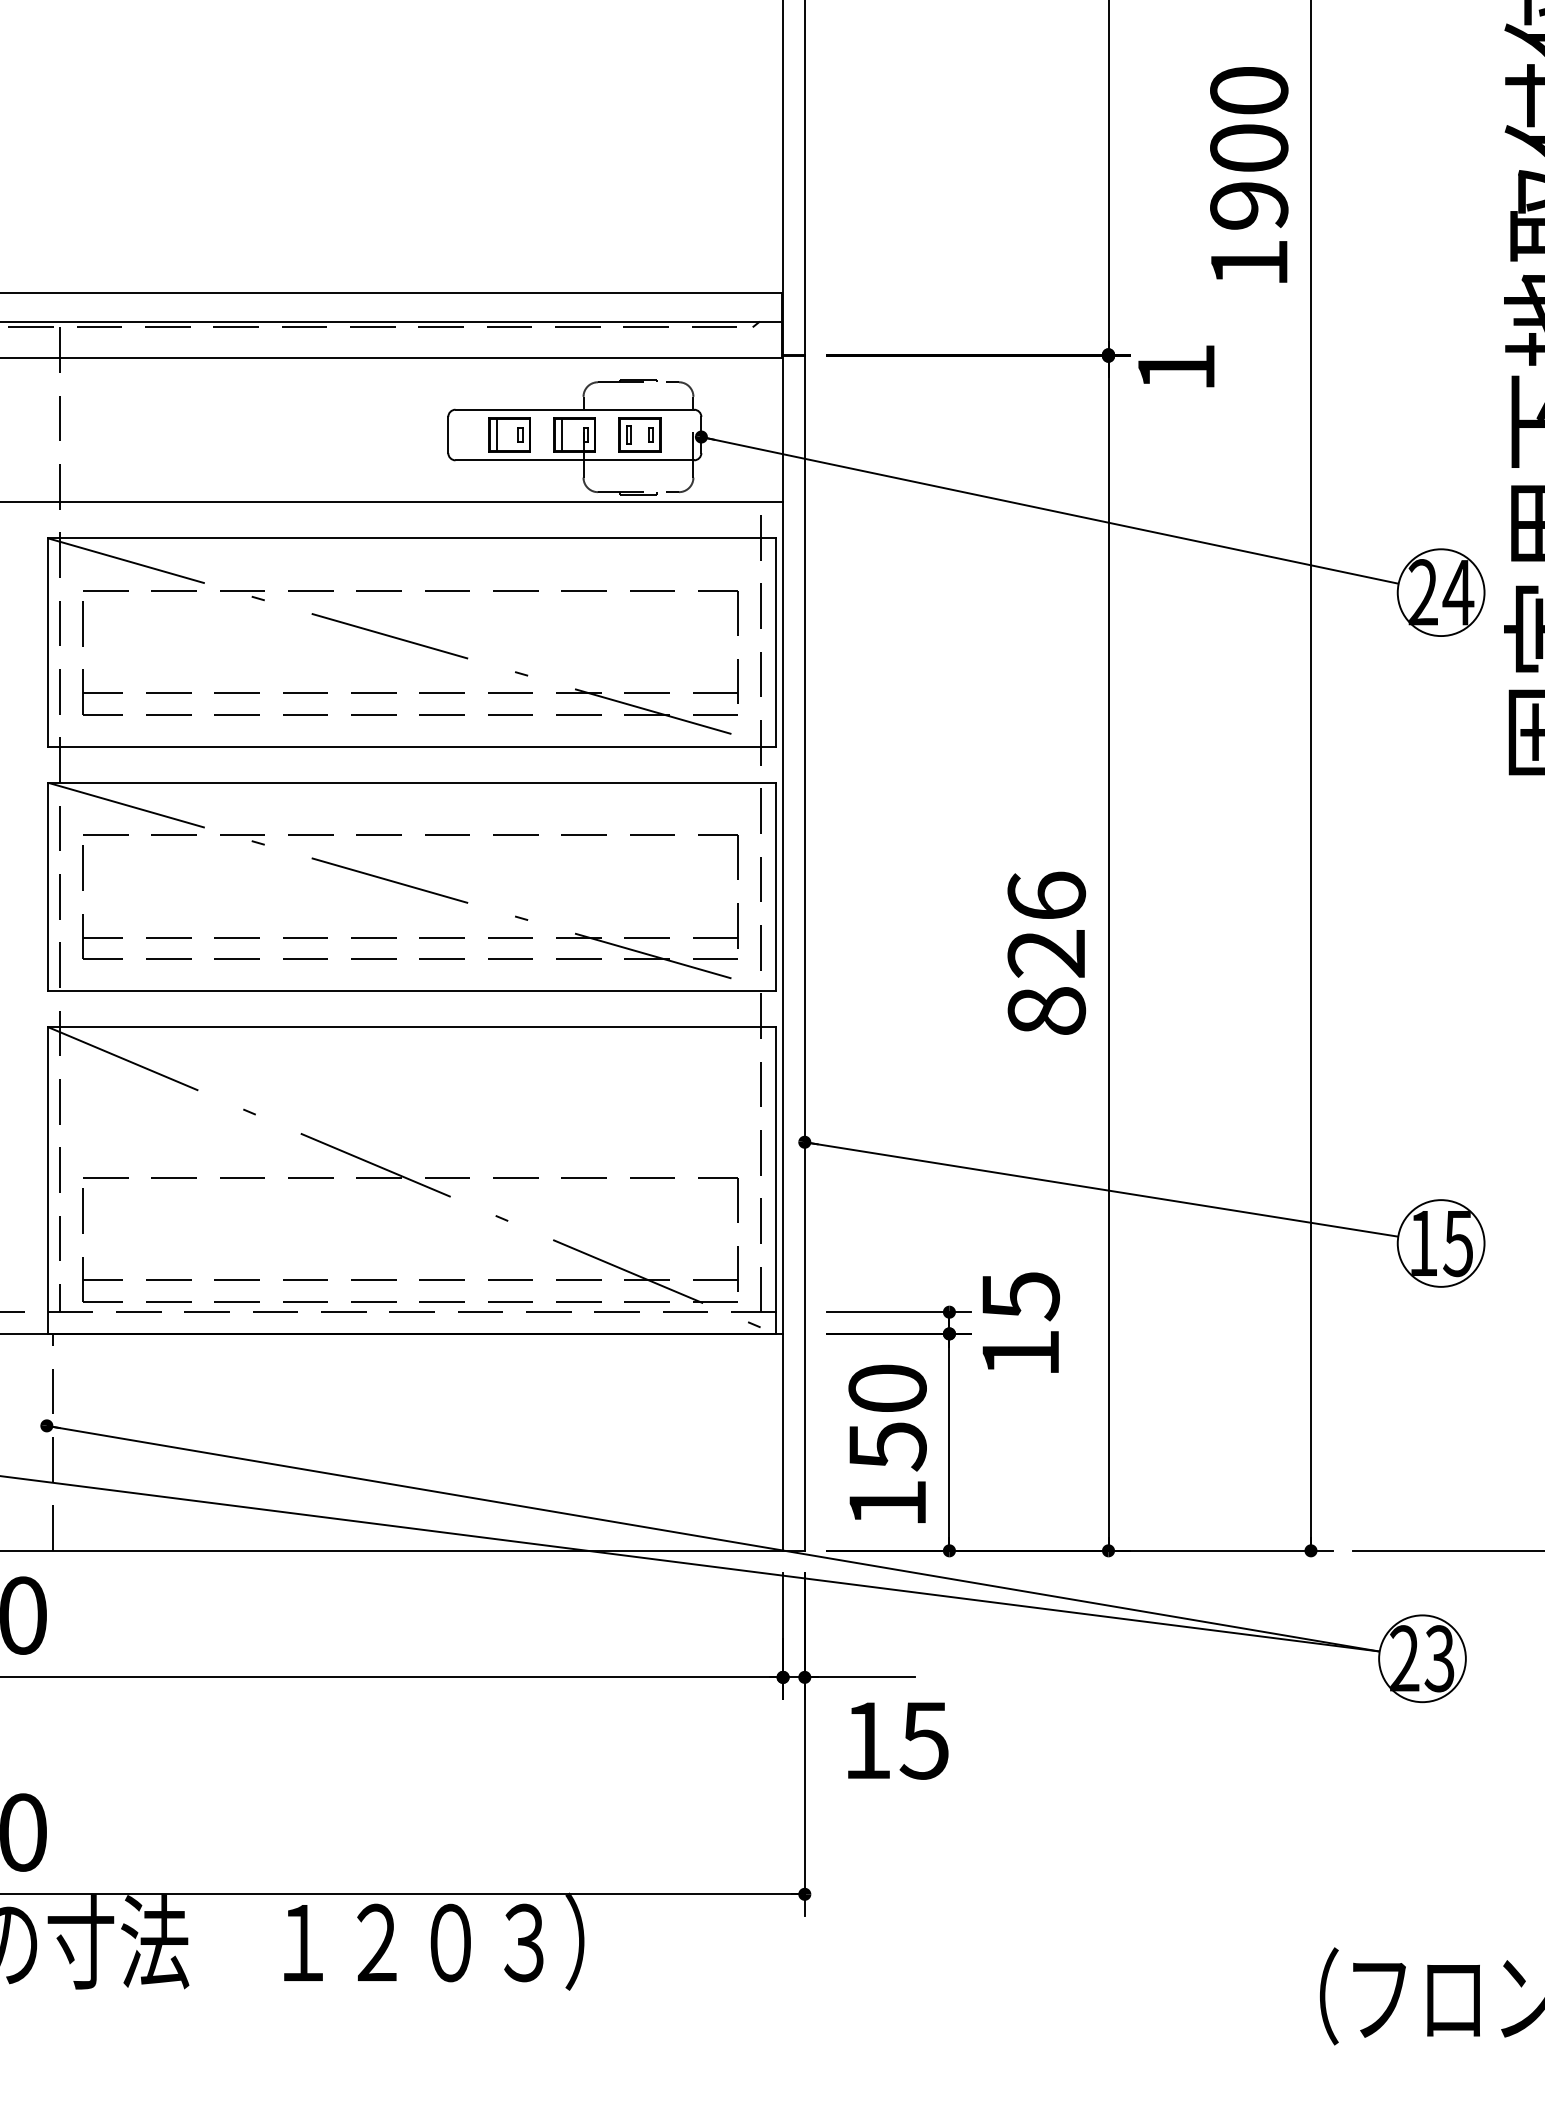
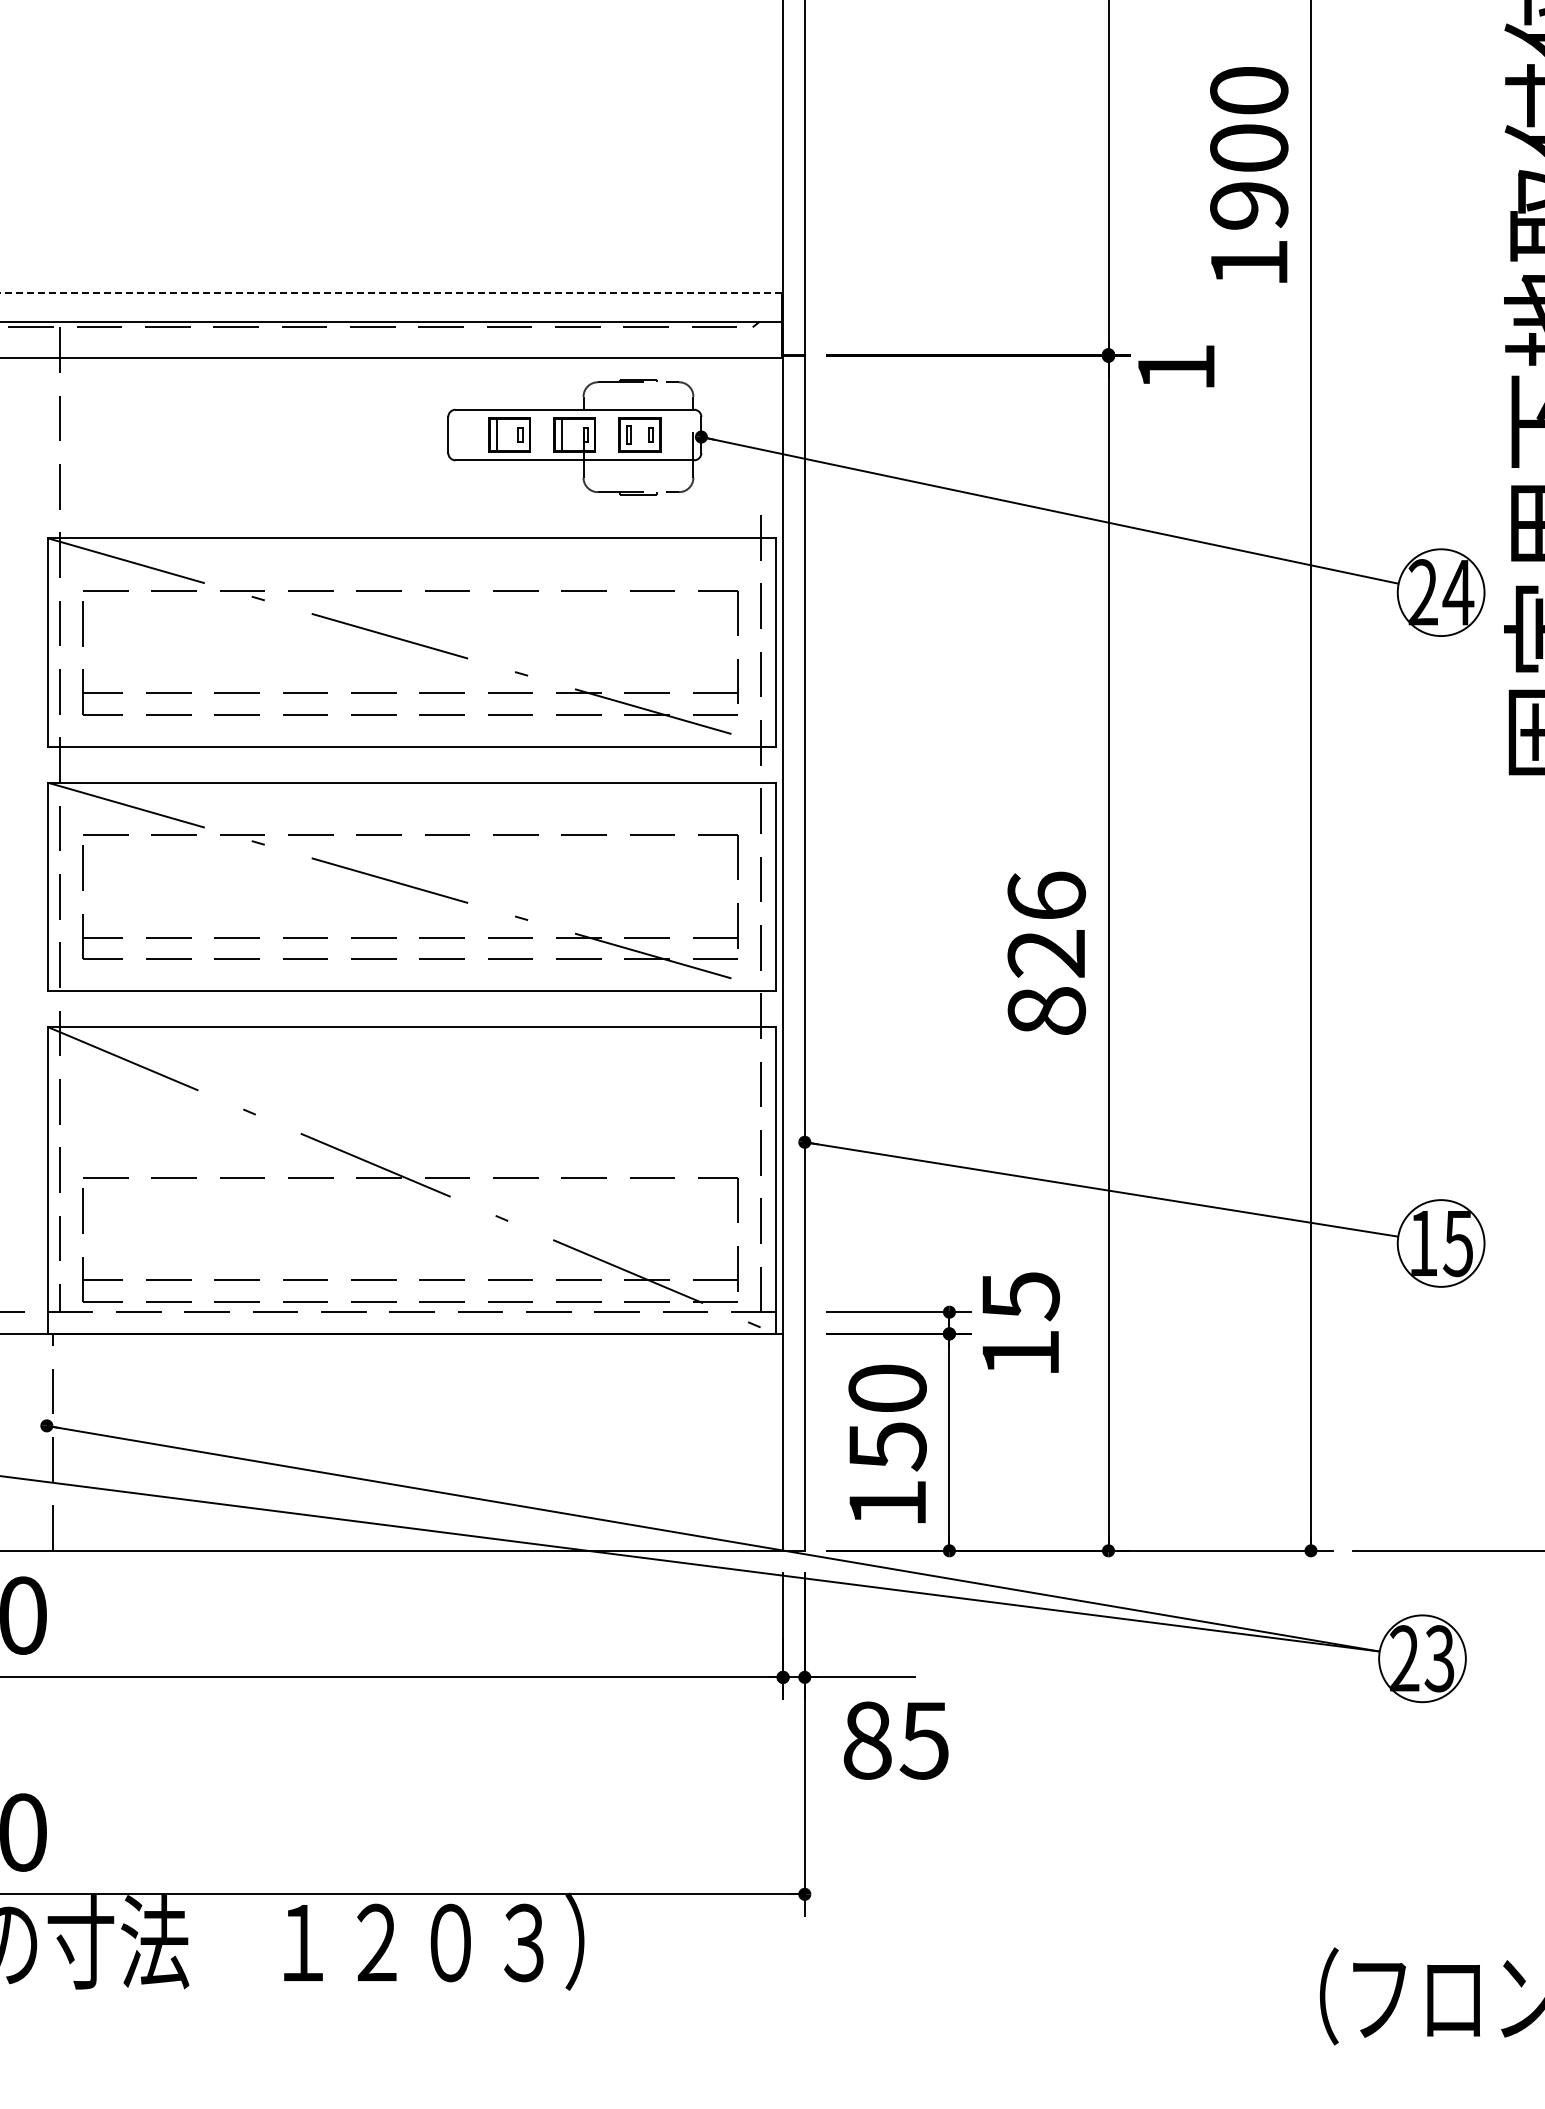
line at (391, 292): solid -> dashed
line at (392, 502): present -> none
text at (867, 1740): 15 -> 85
